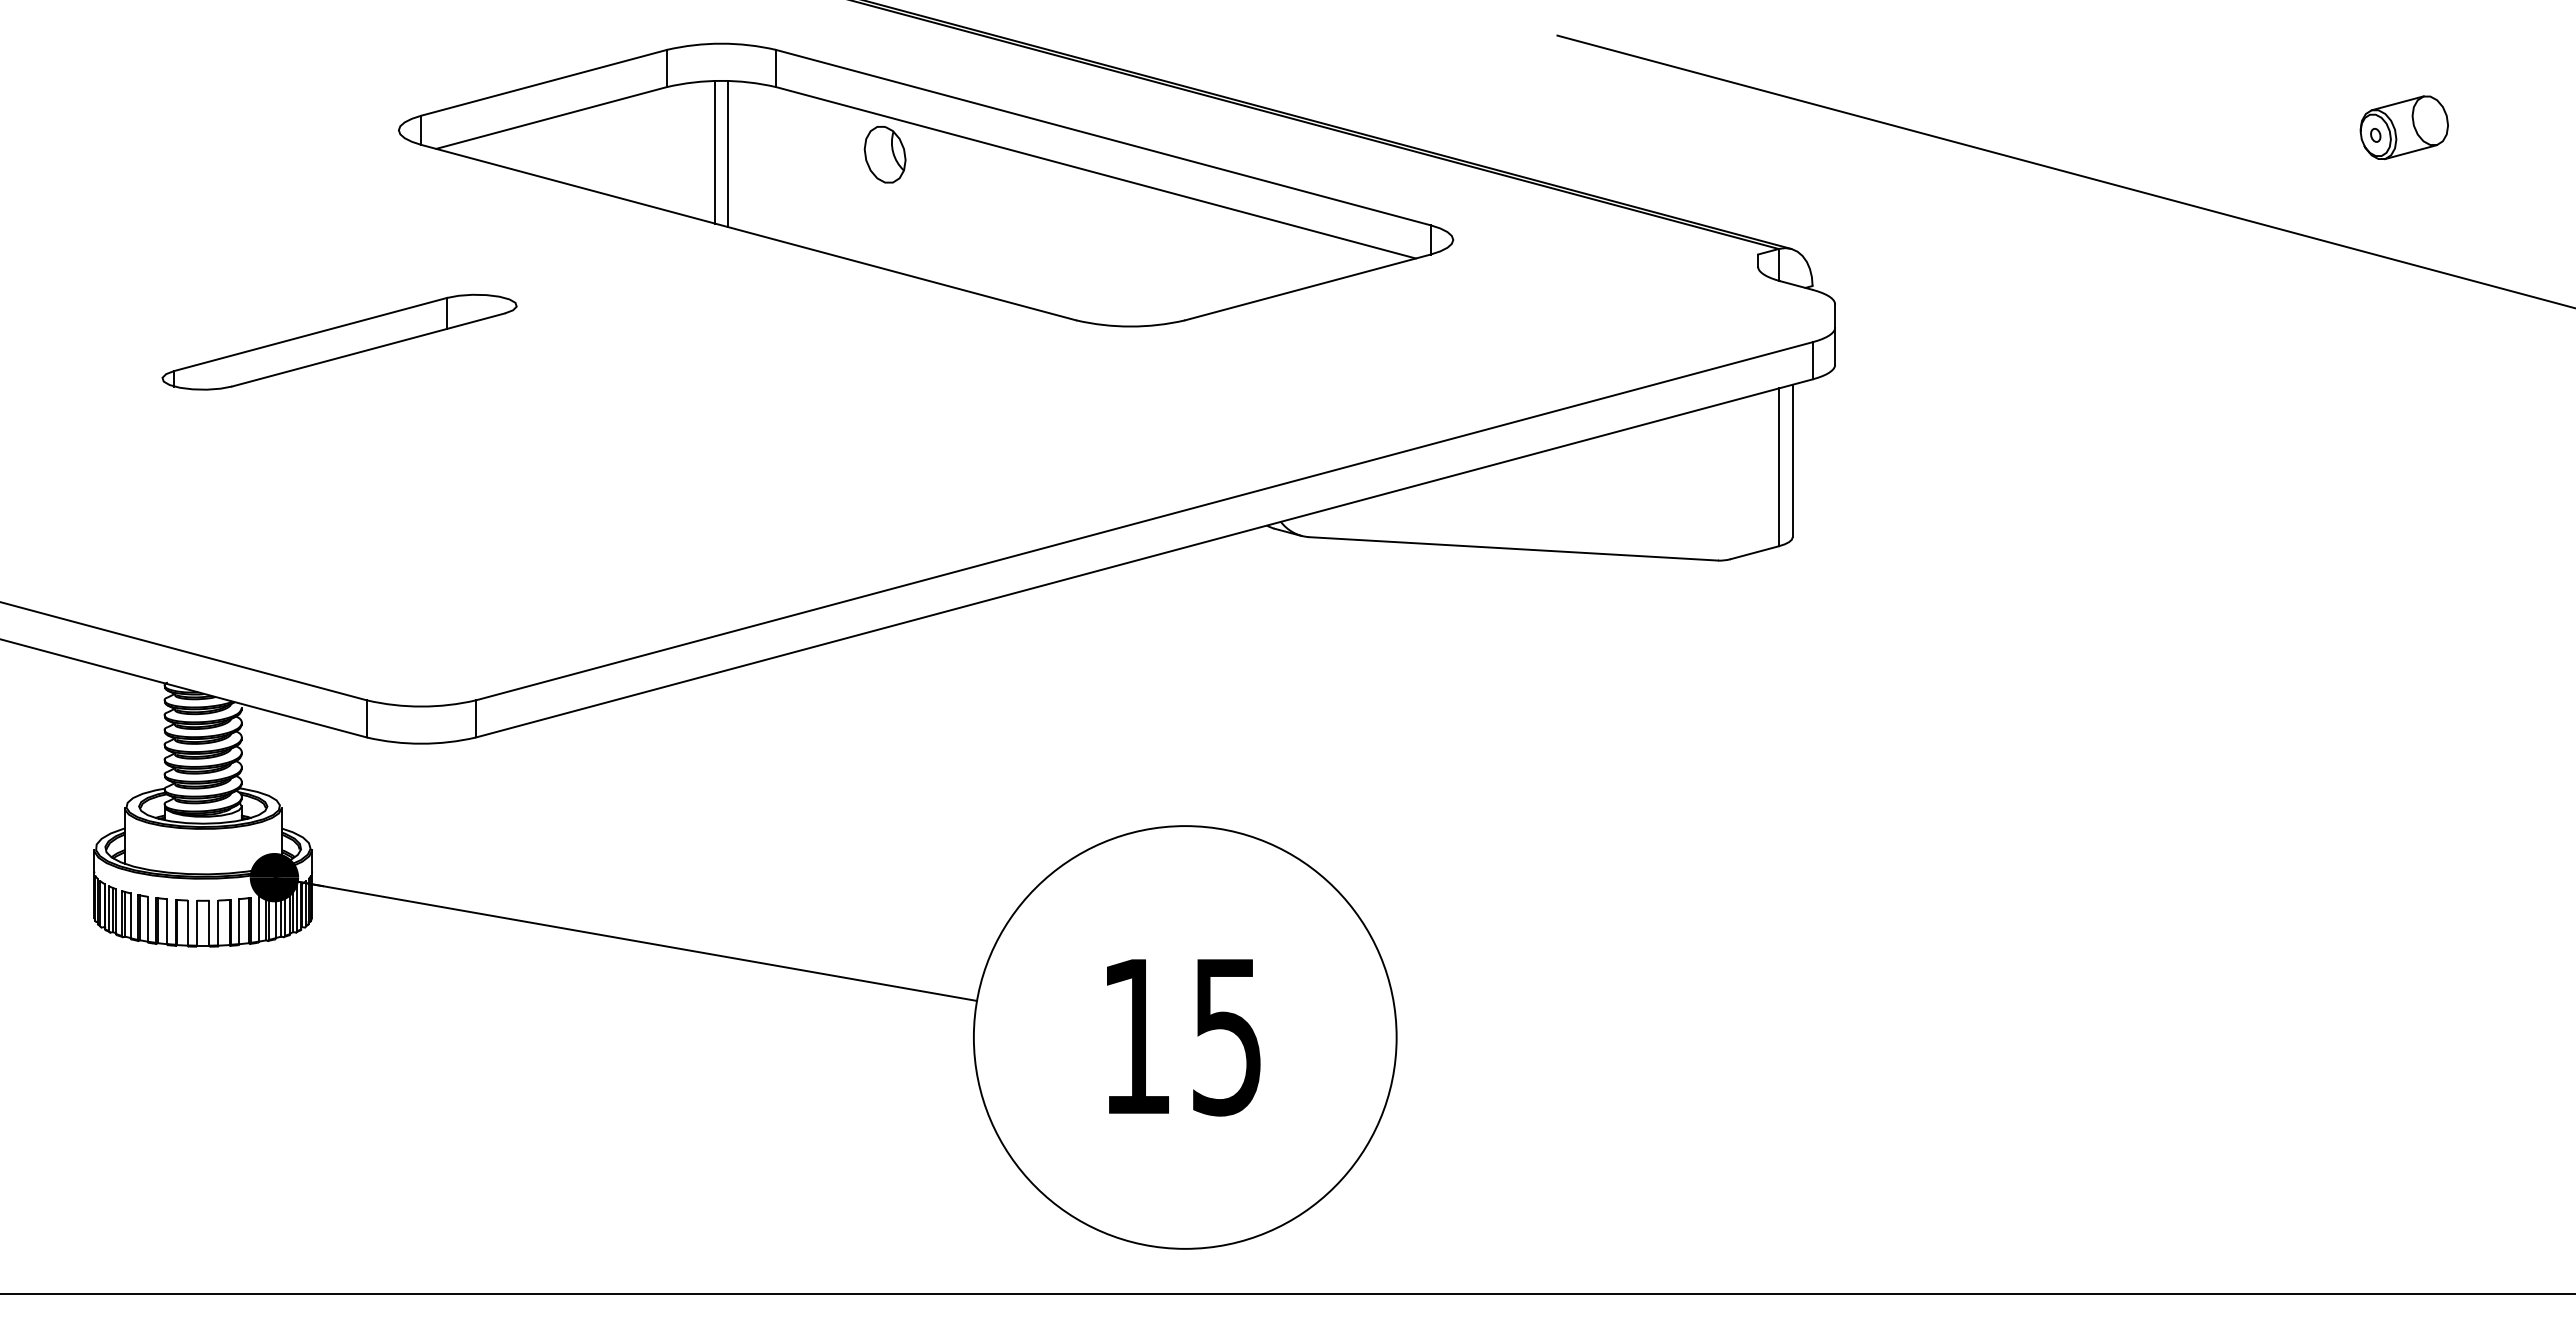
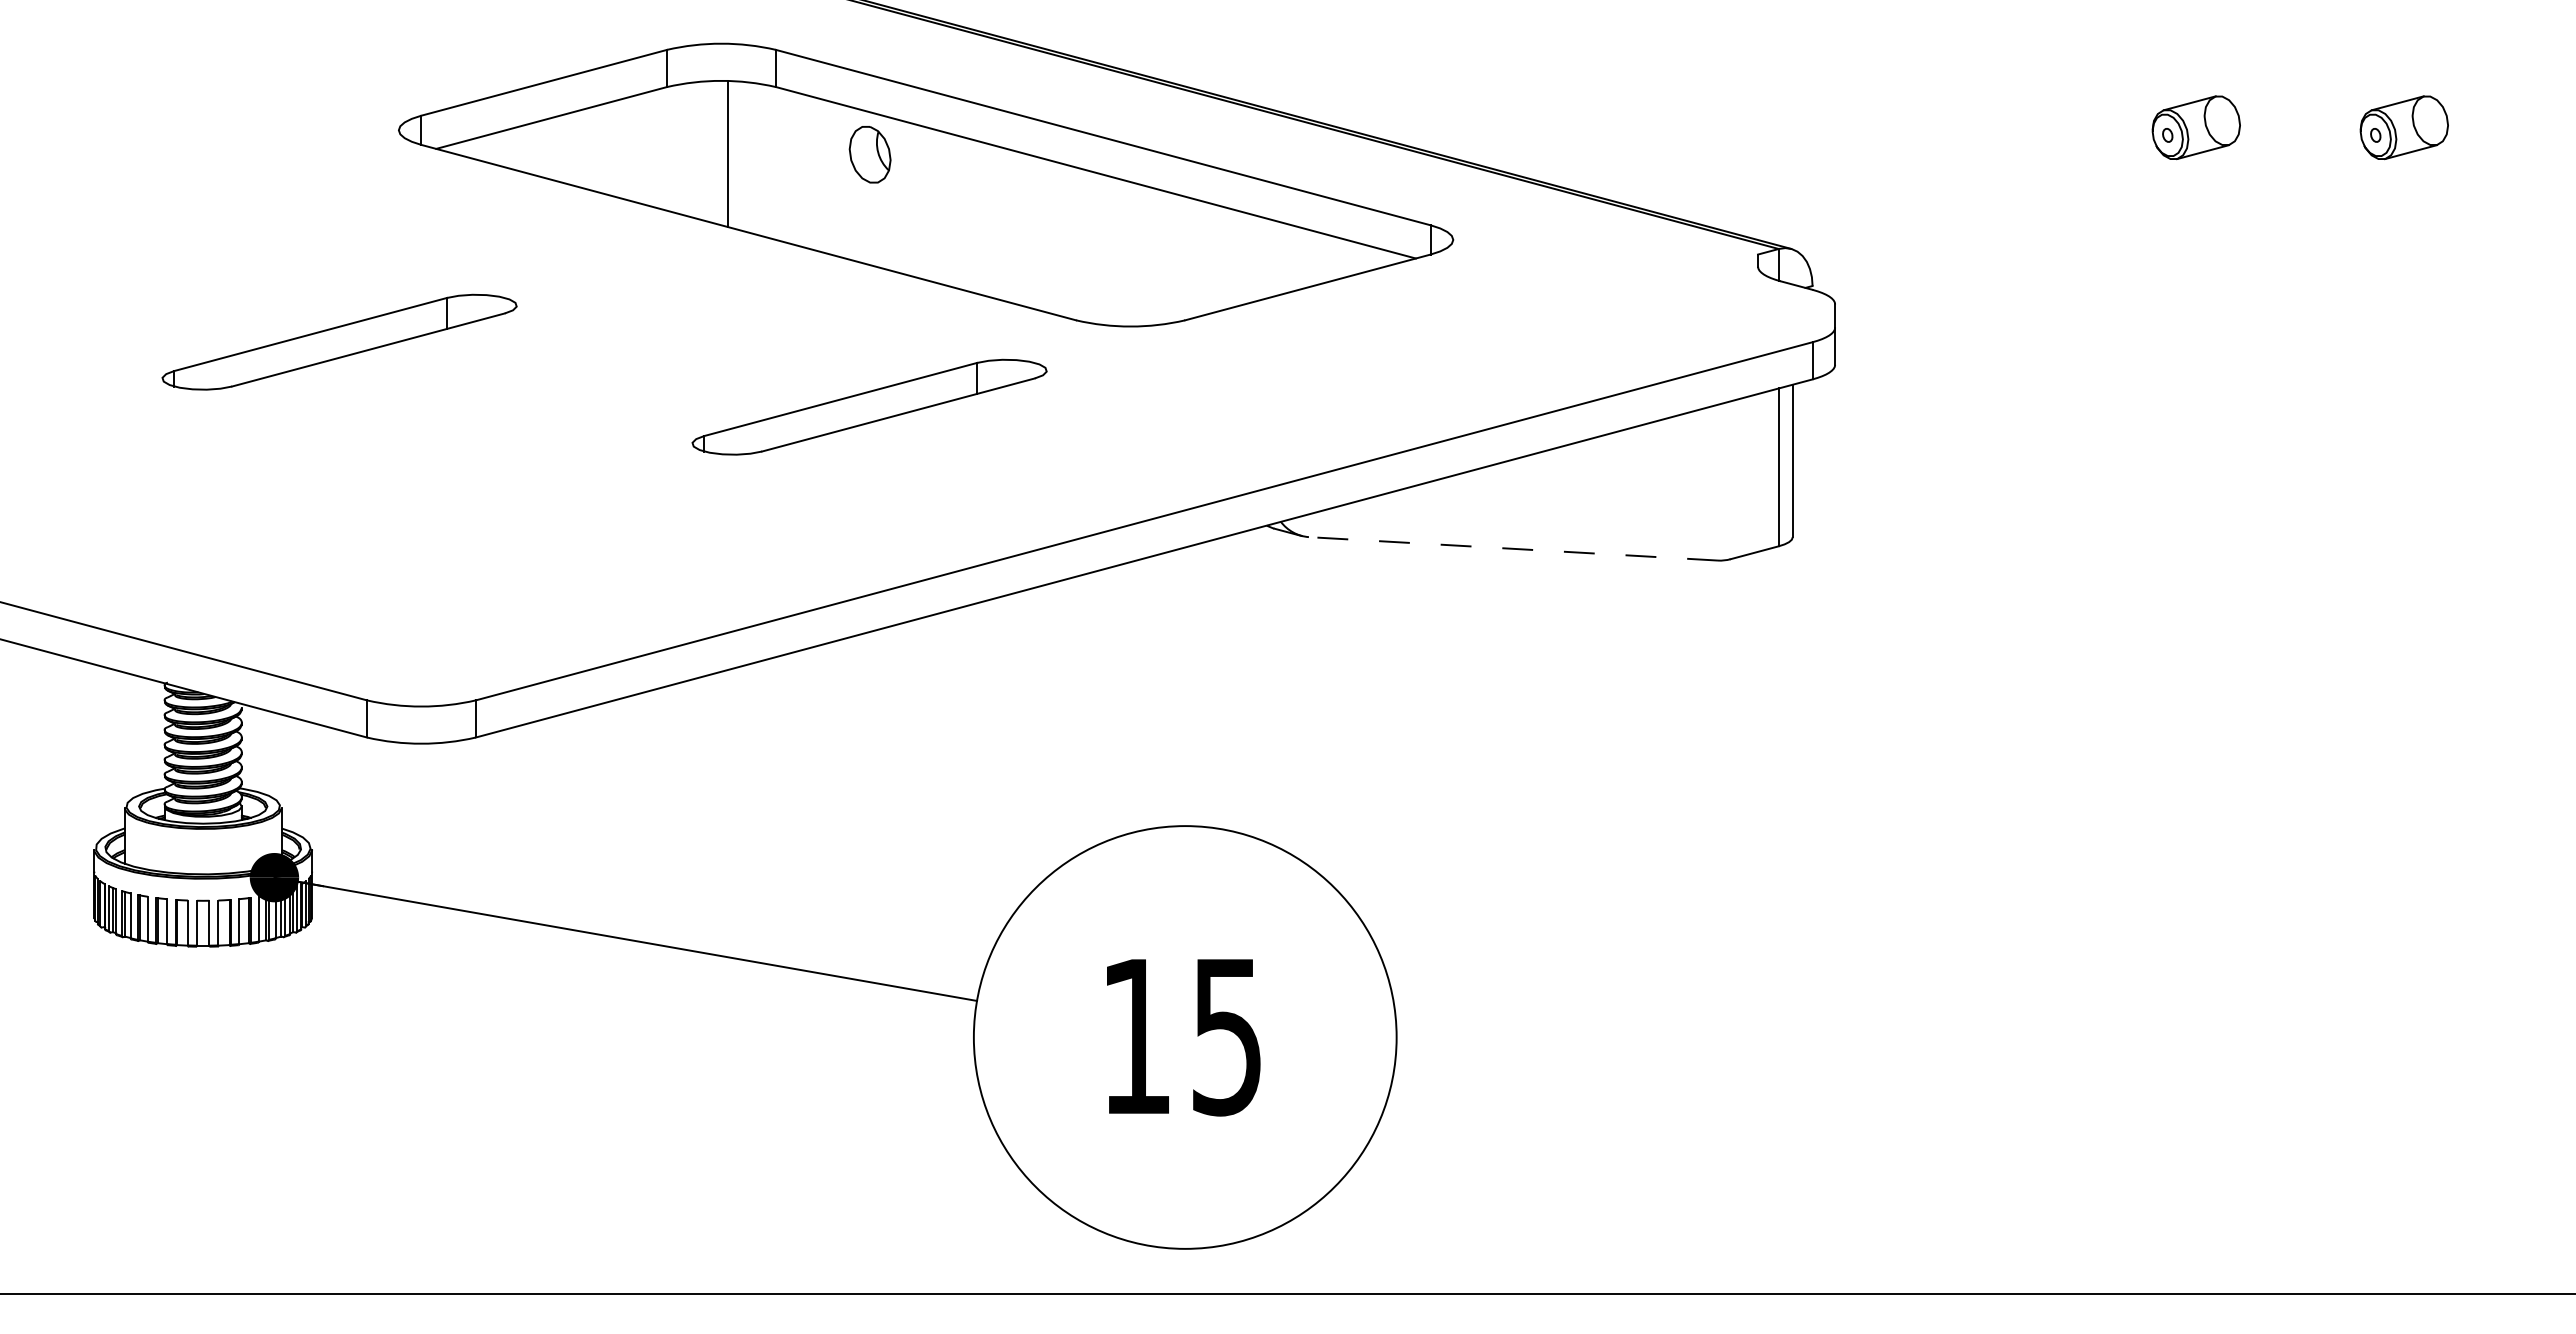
part at (2195, 127): none -> present
line at (714, 152): present -> none
part at (884, 154) position: (884, 154) -> (869, 154)
line at (2064, 171): present -> none
part at (869, 406): none -> present
line at (1513, 548): solid -> dashed
